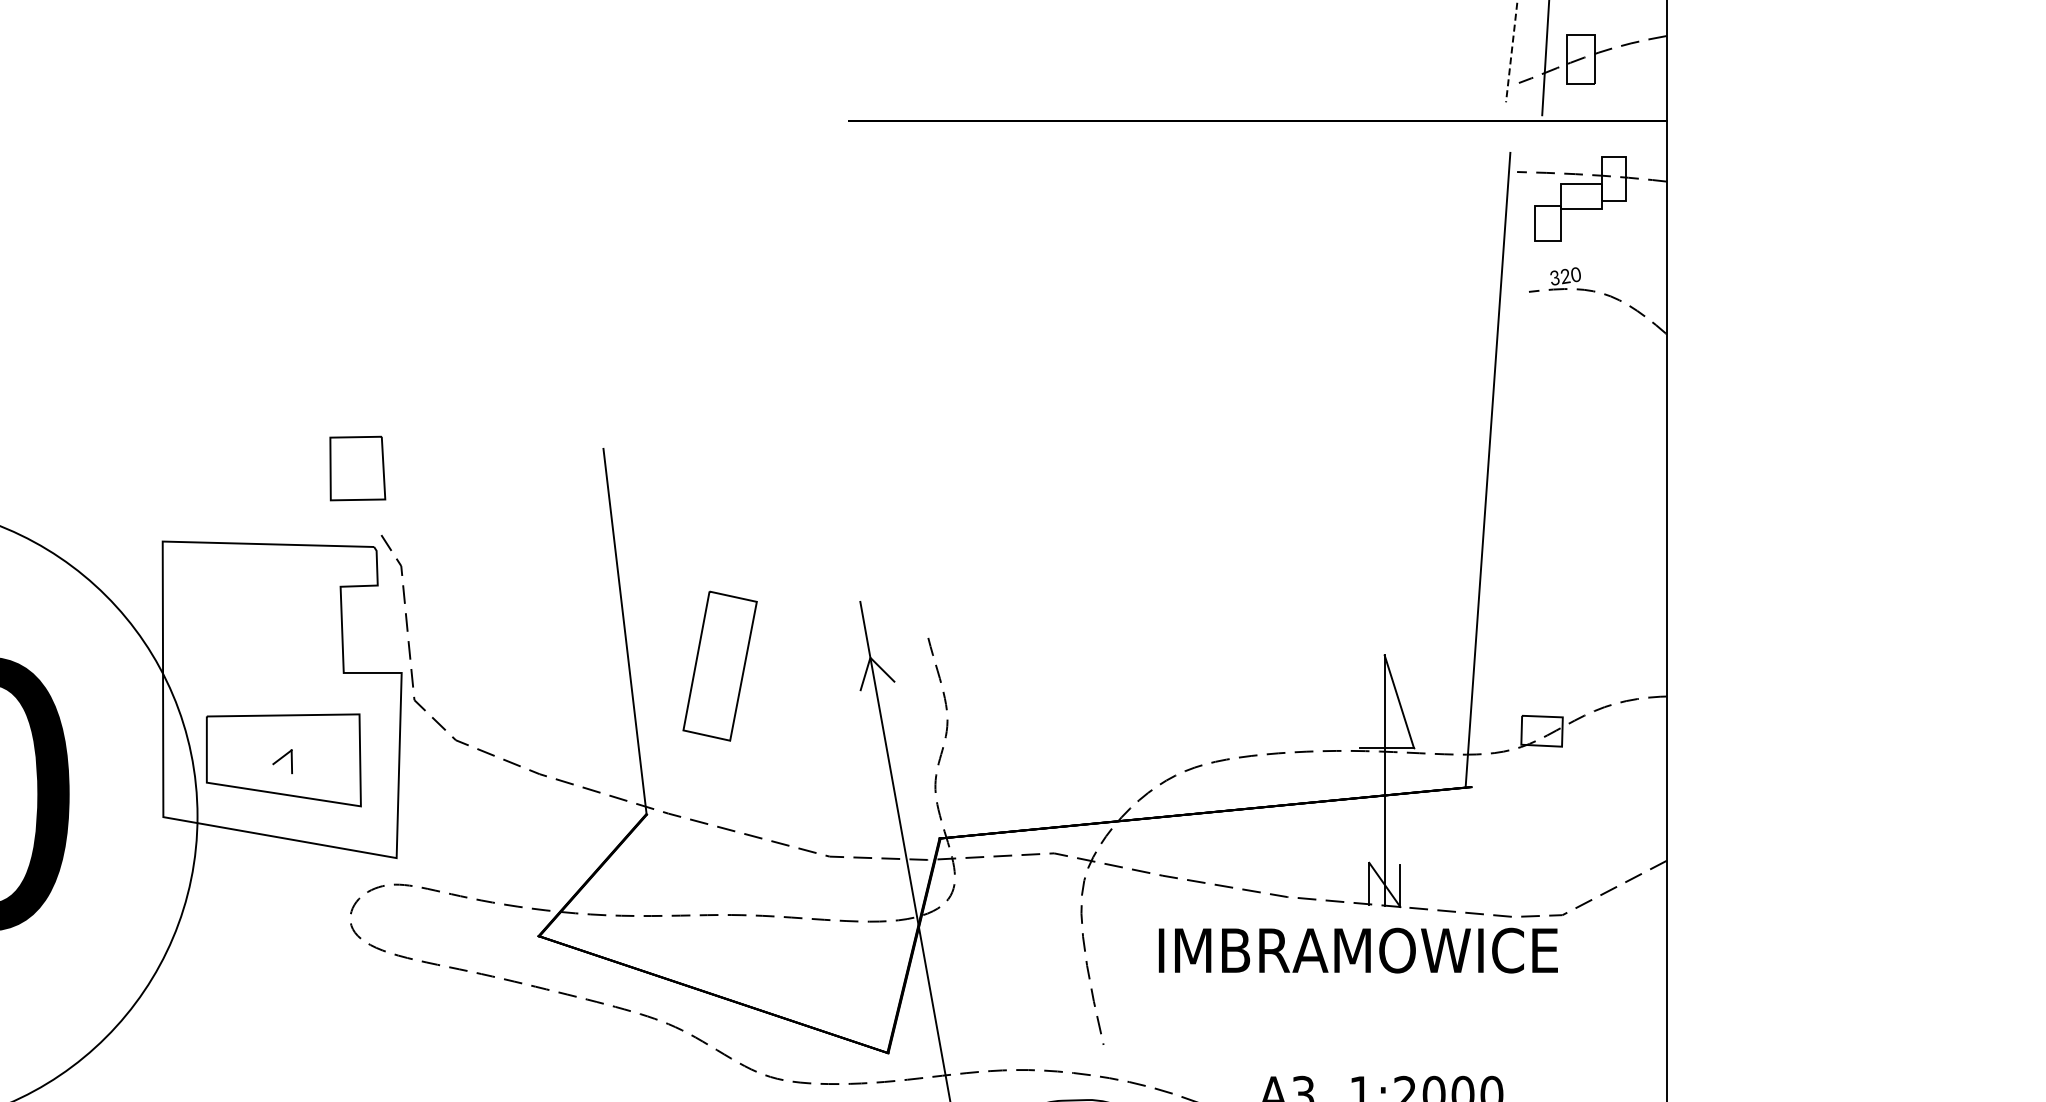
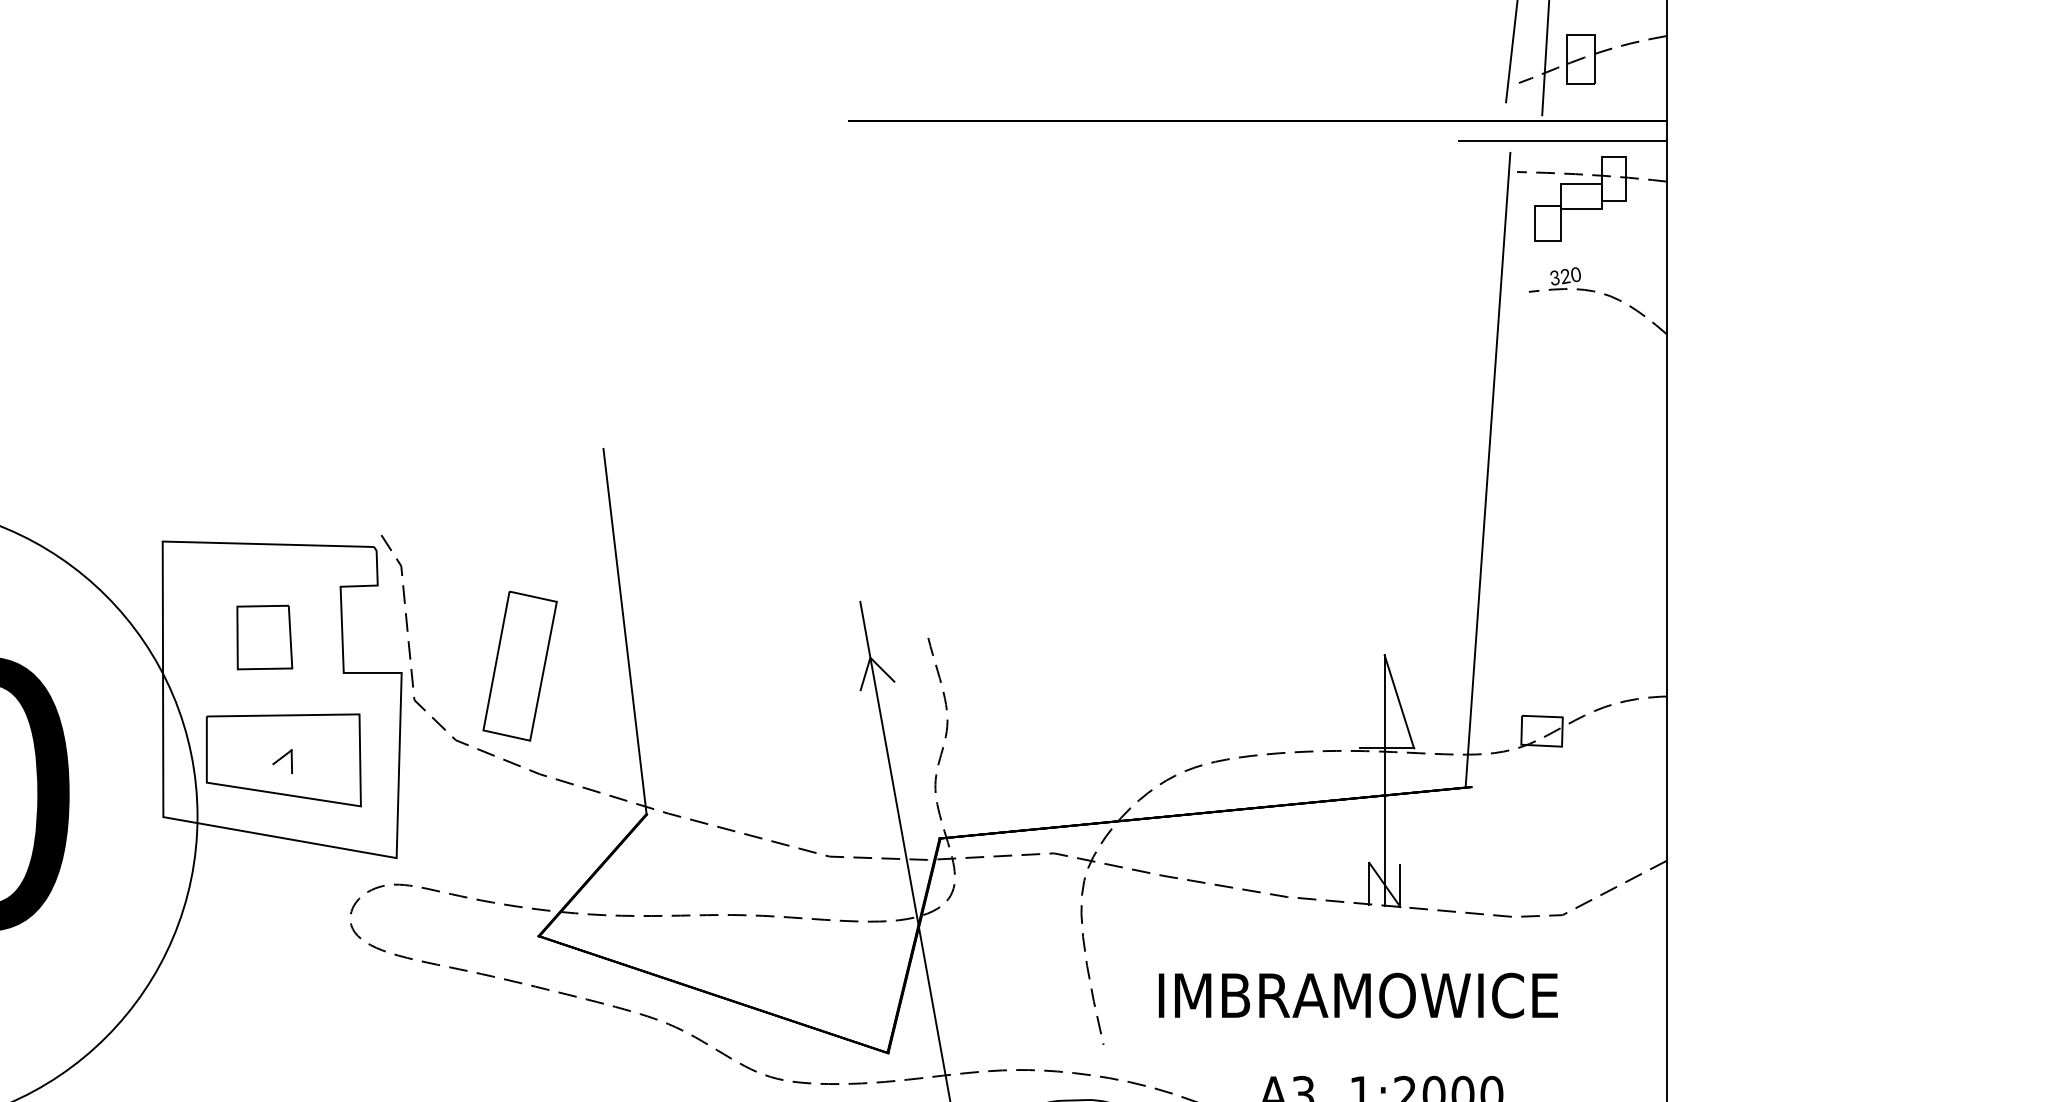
line at (1511, 51): dashed -> solid
line at (1562, 140): none -> present
part at (357, 468) position: (357, 468) -> (264, 637)
part at (719, 665) position: (719, 665) -> (519, 665)
text at (1357, 950) position: (1357, 950) -> (1357, 995)
